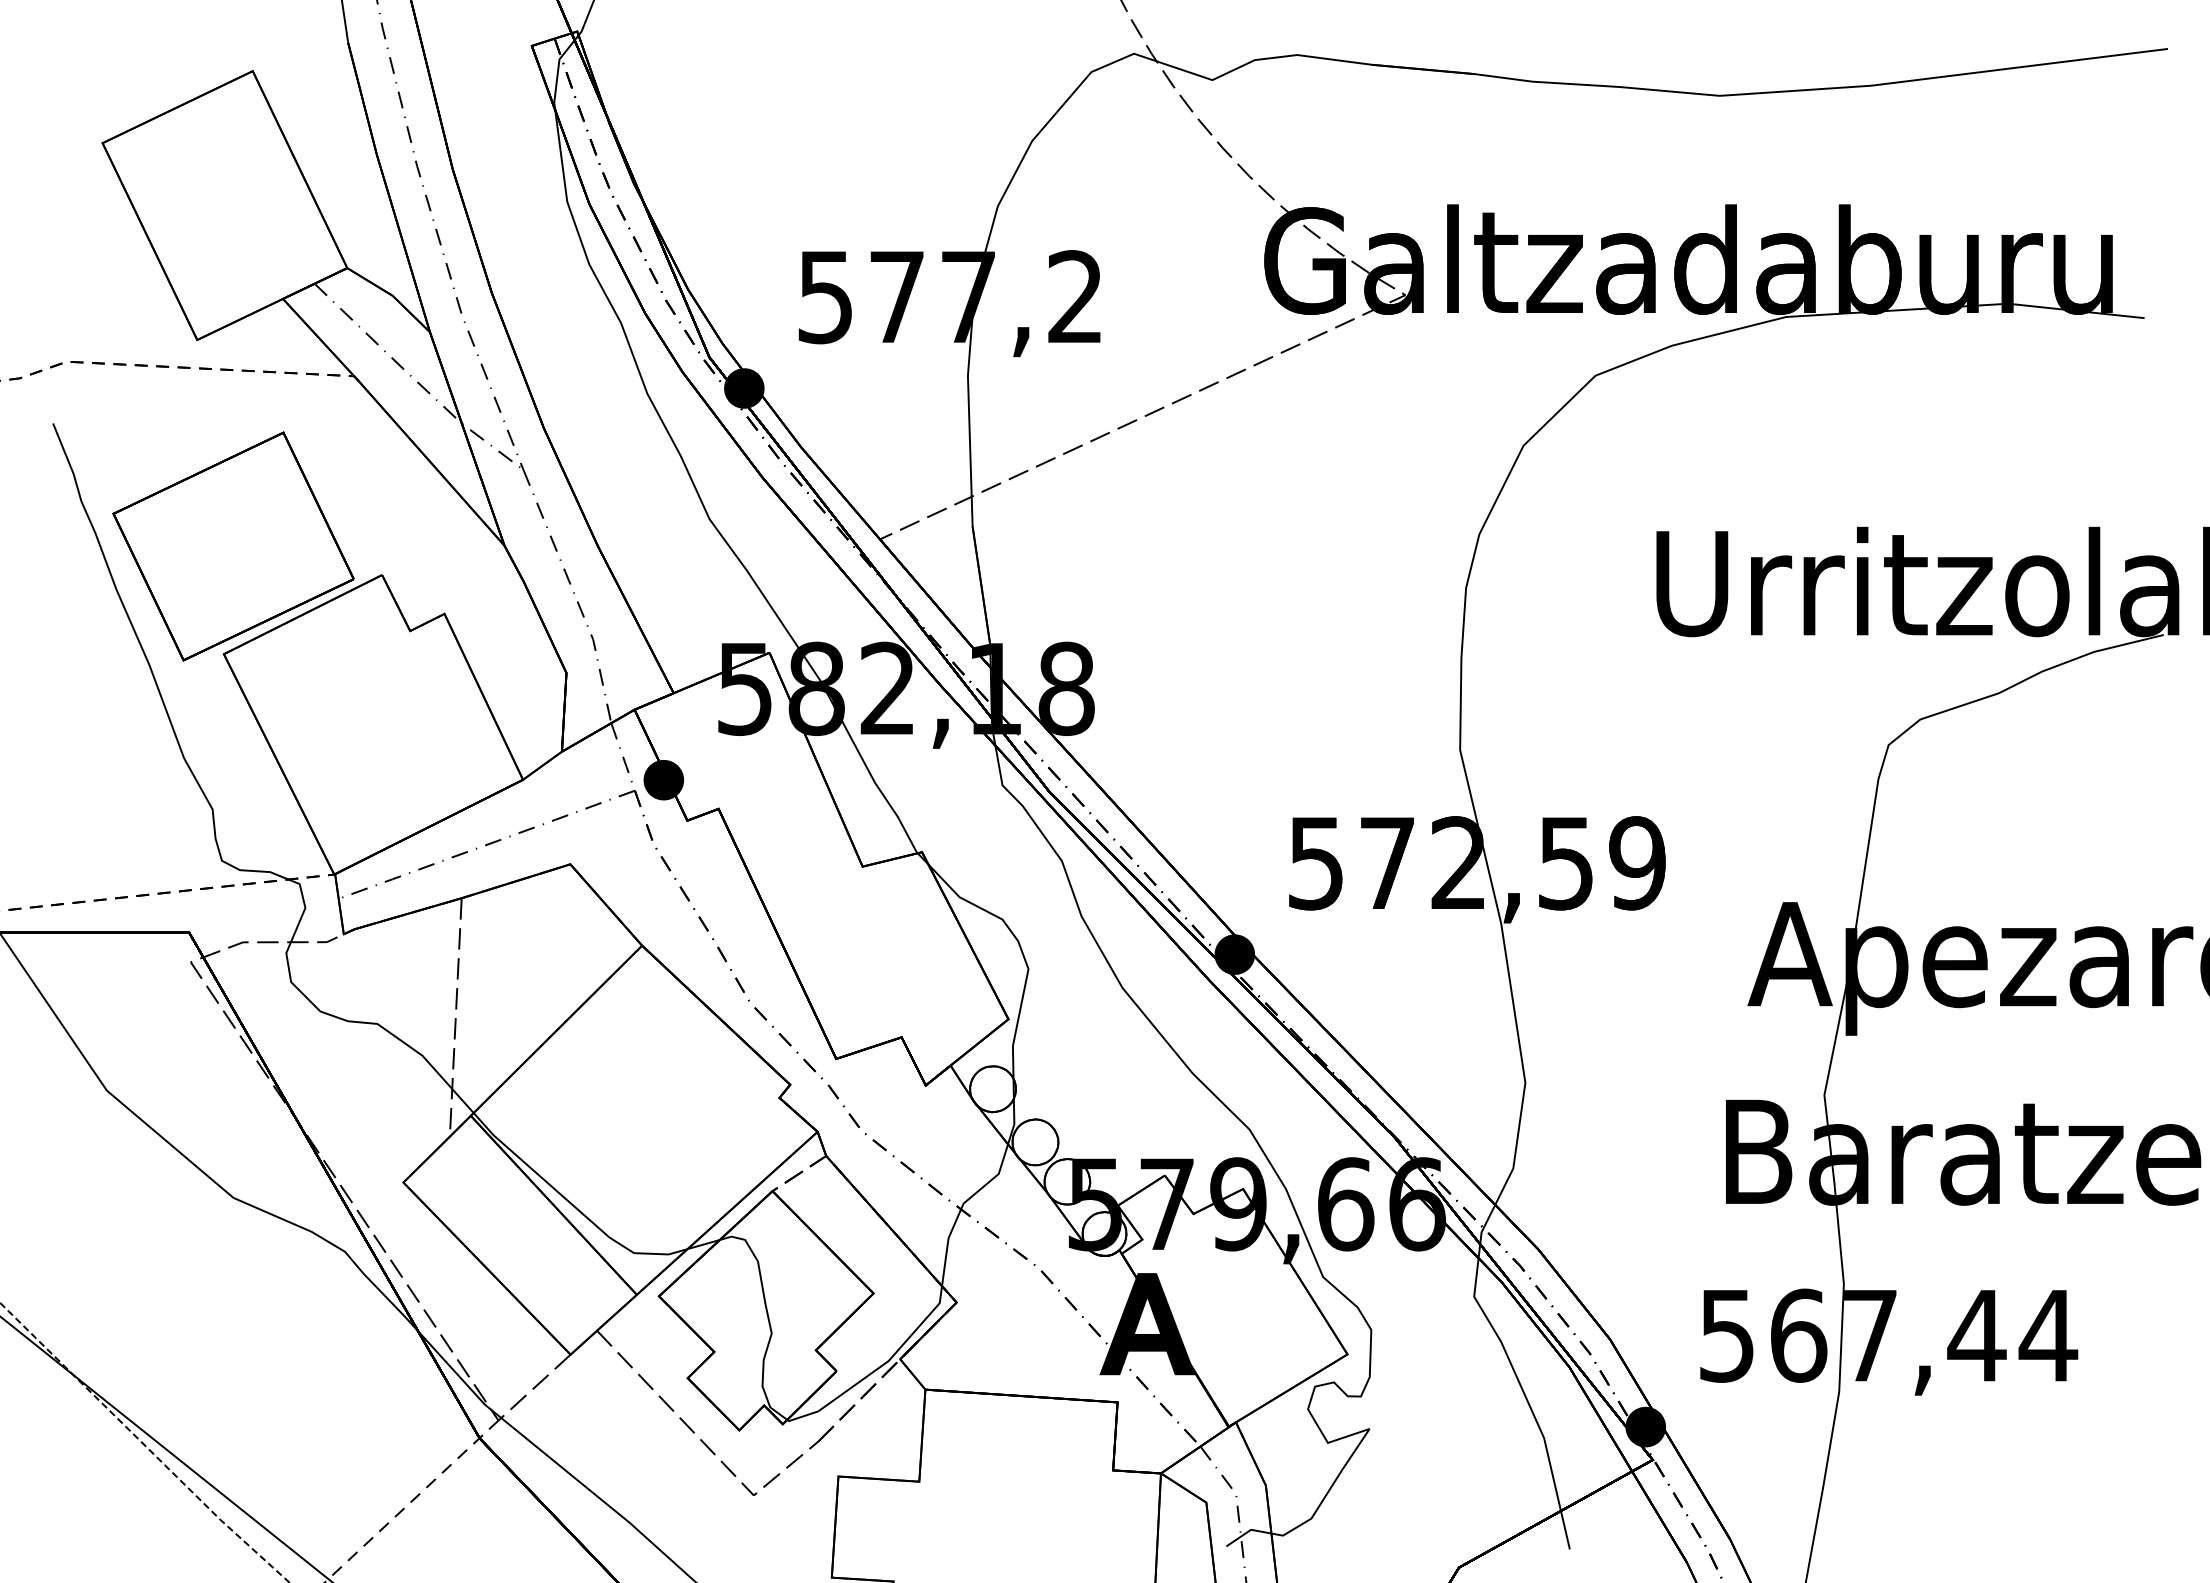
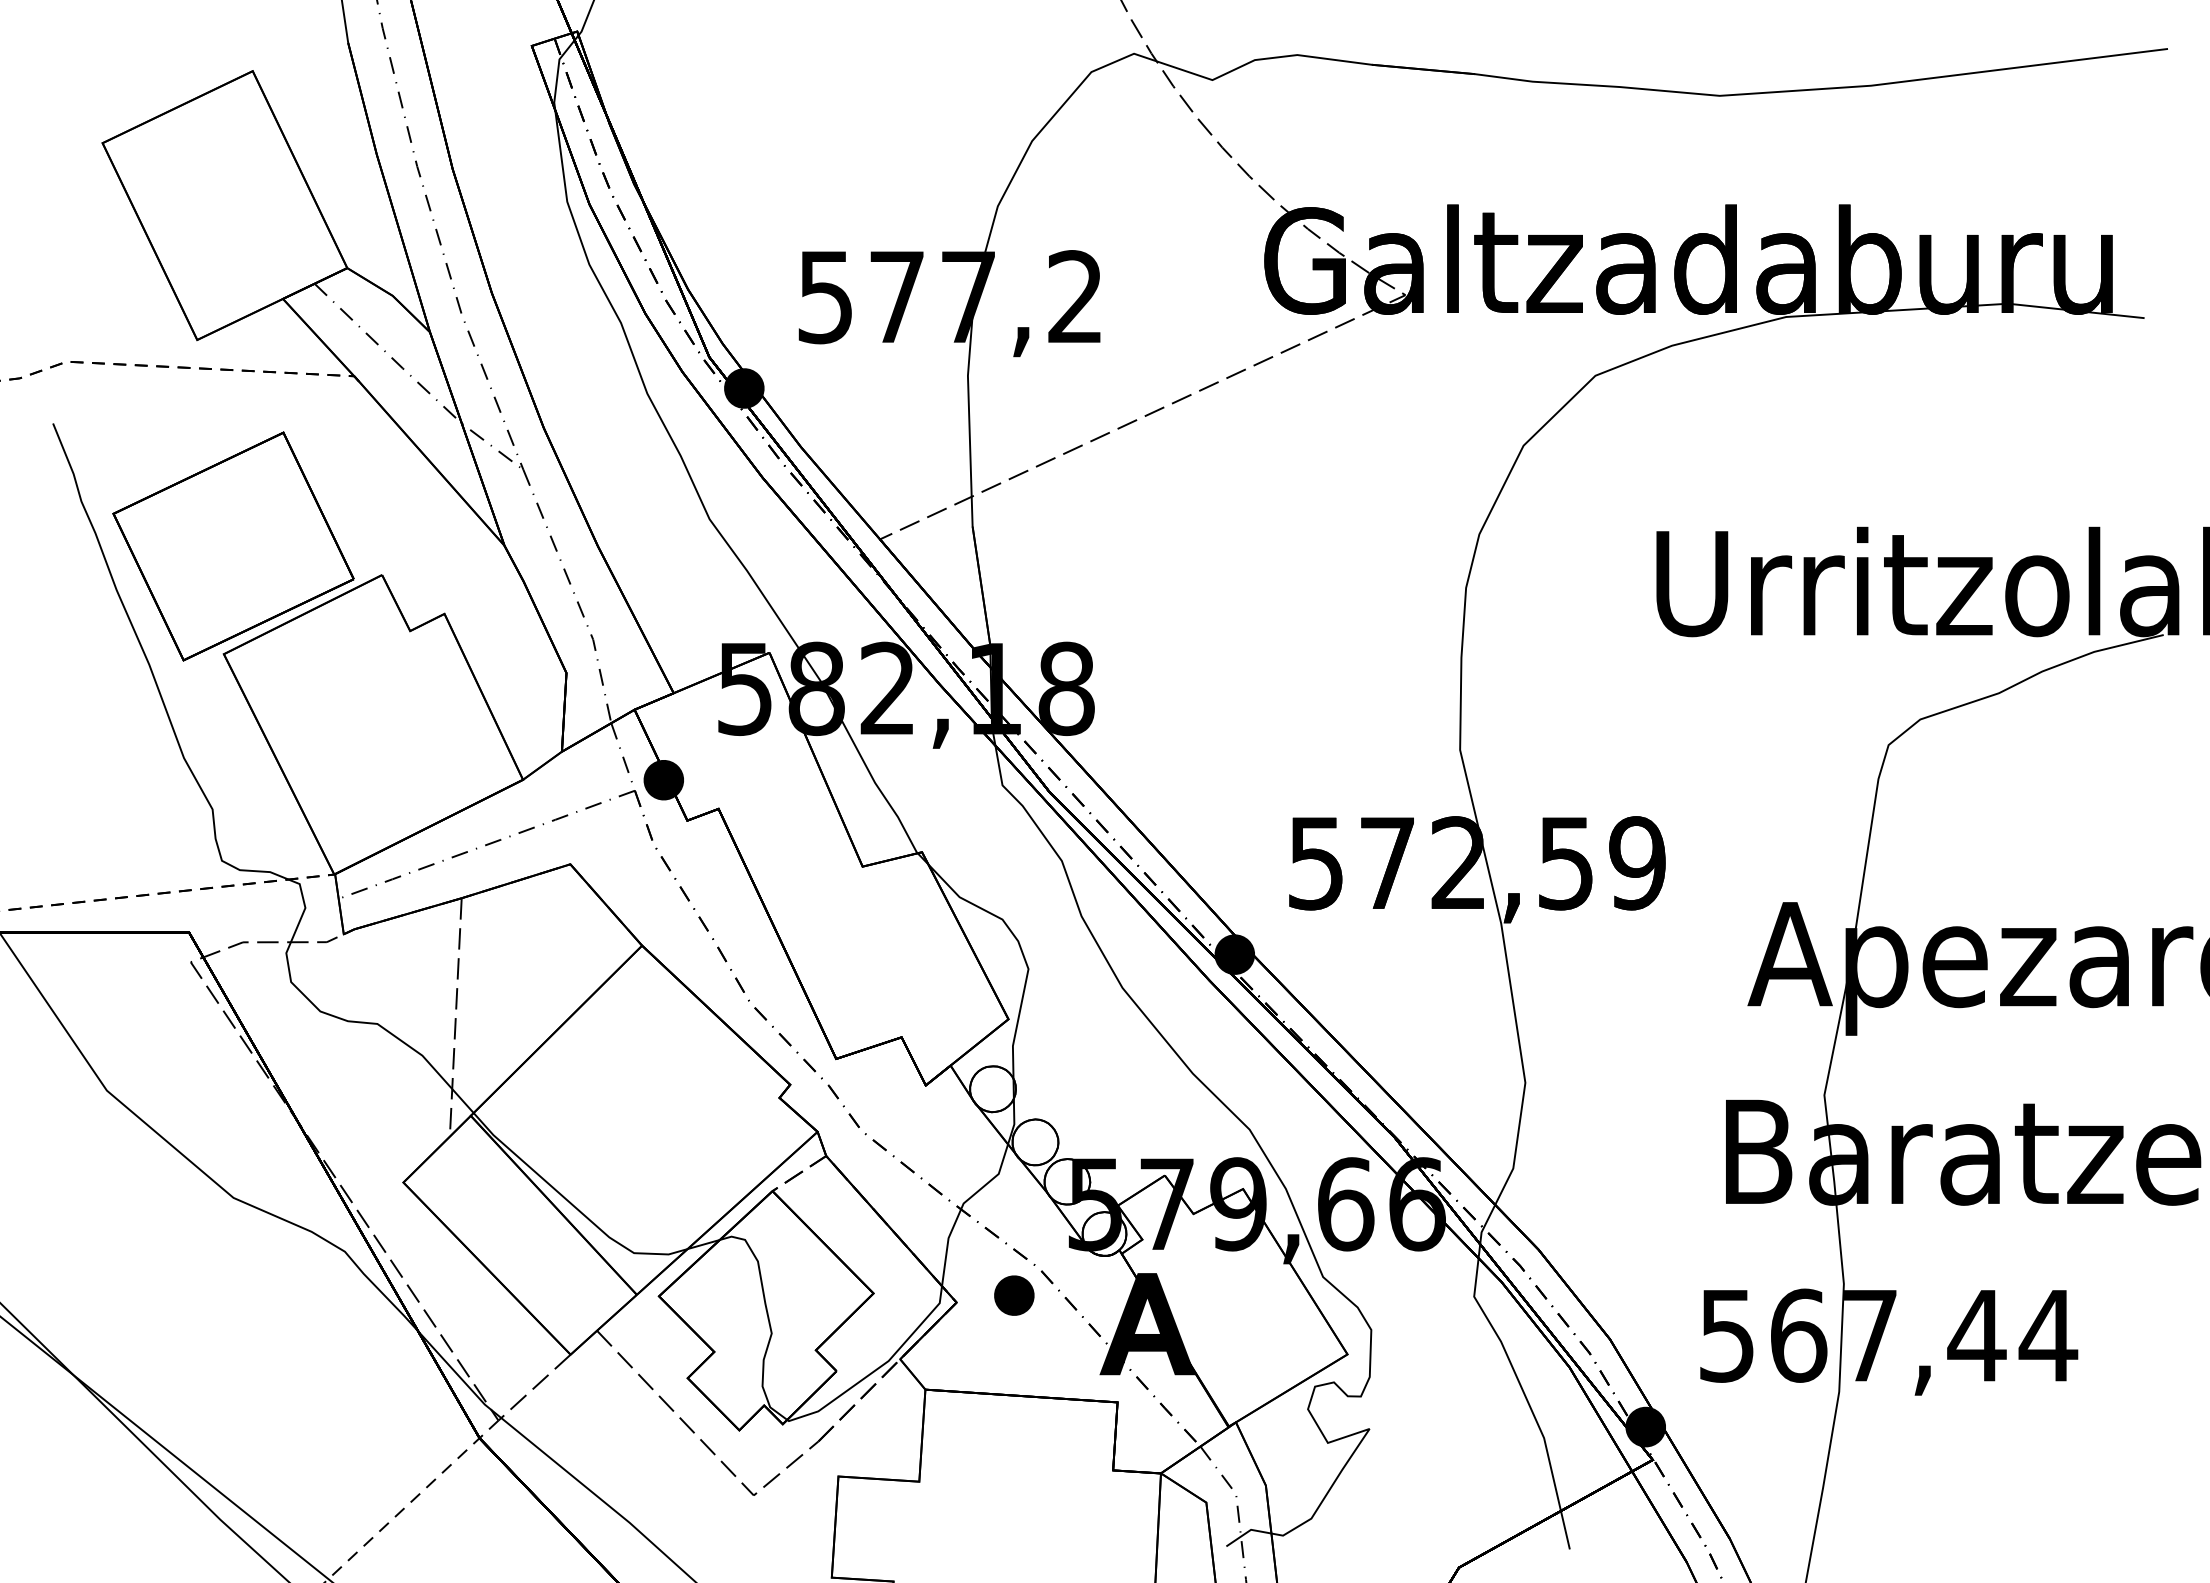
part at (1014, 1295): none -> present
line at (144, 1444): dashed -> solid
